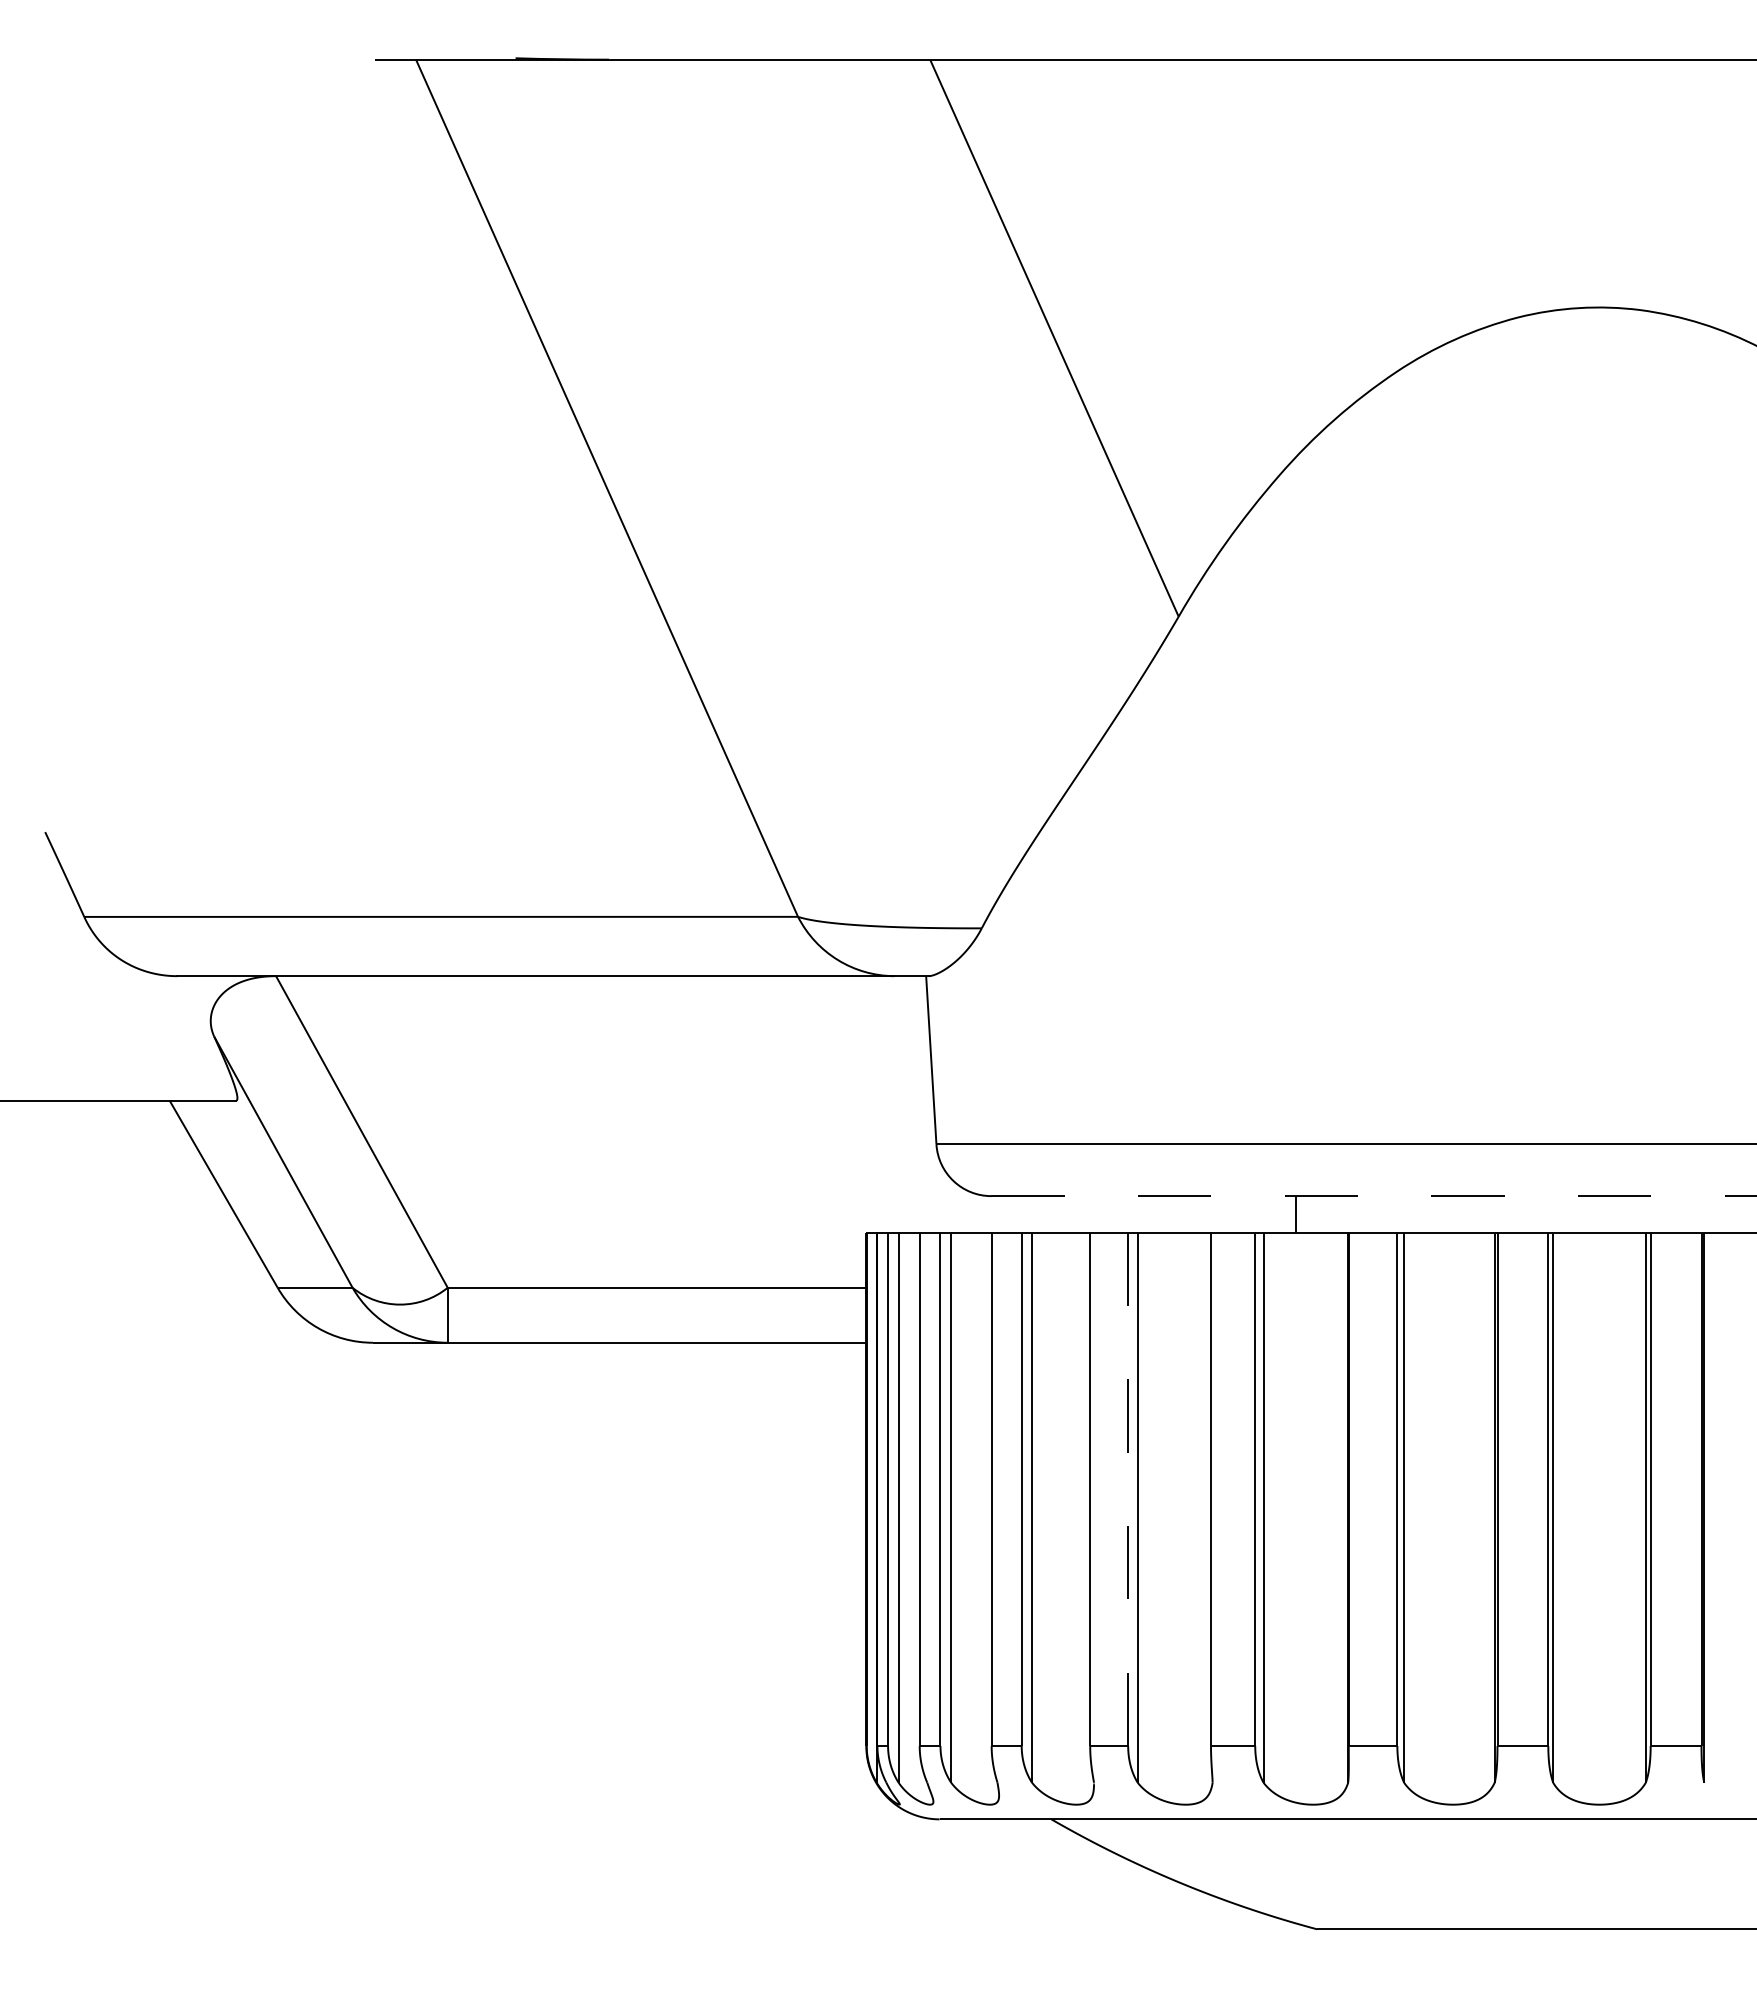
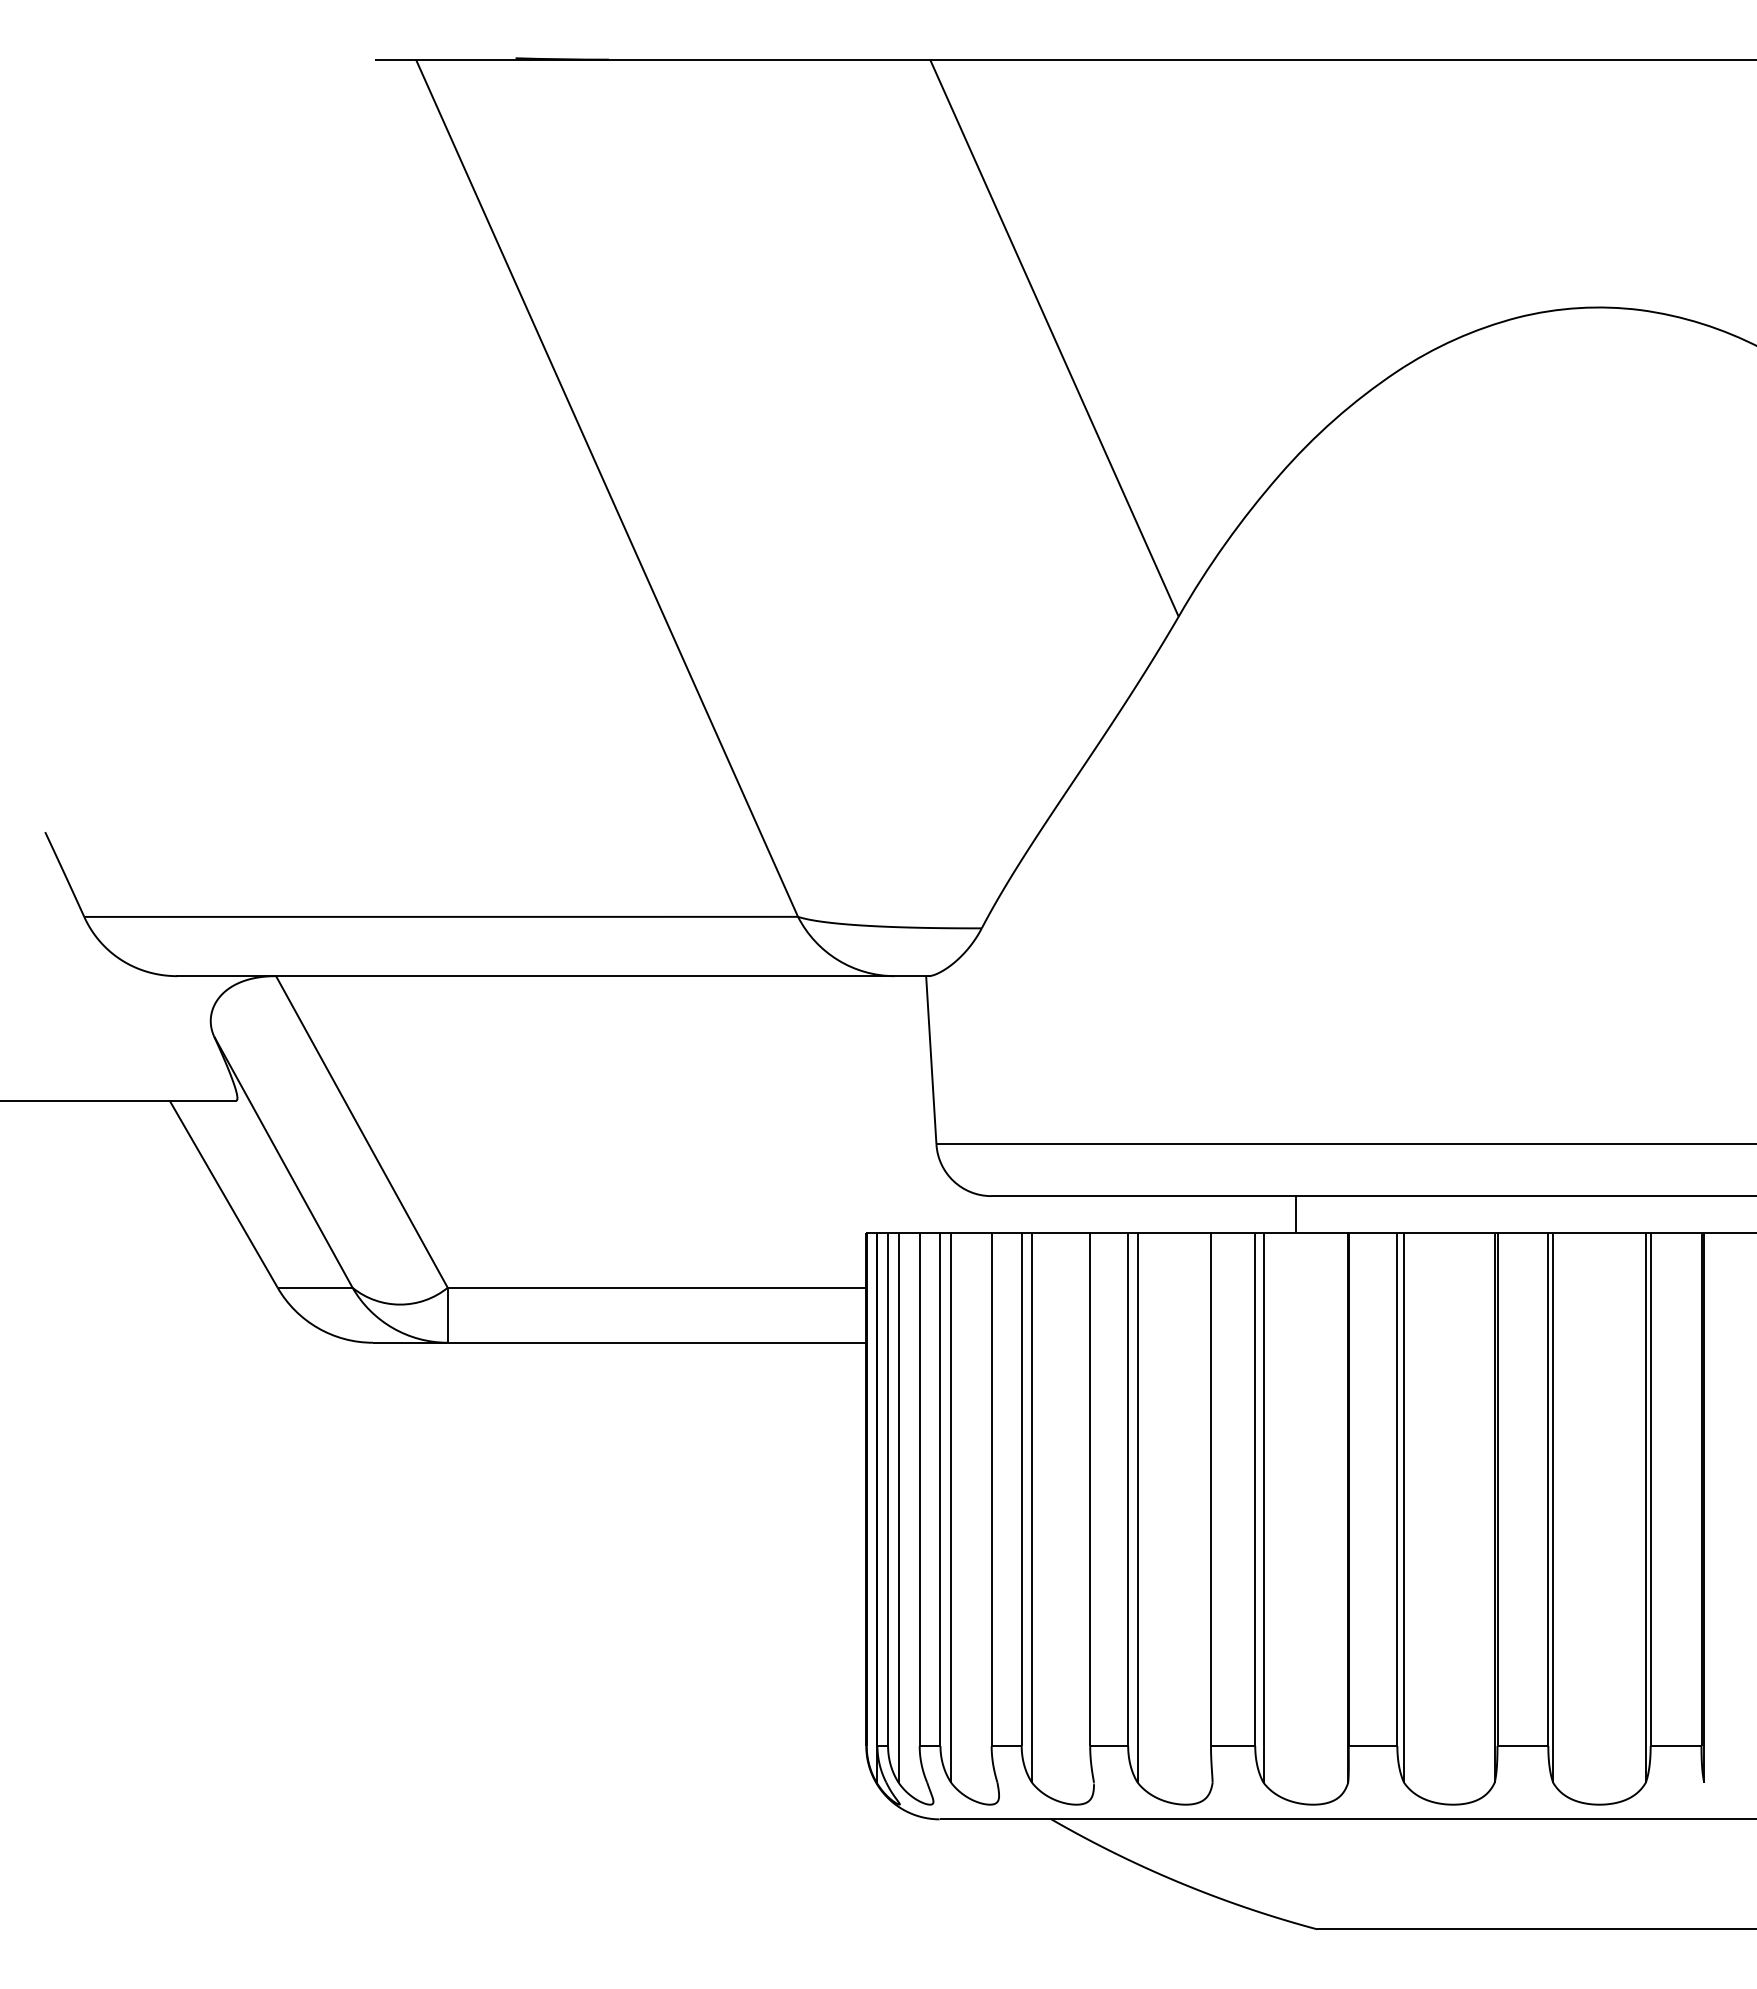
line at (1374, 1196): dashed -> solid
line at (1128, 1489): dashed -> solid
